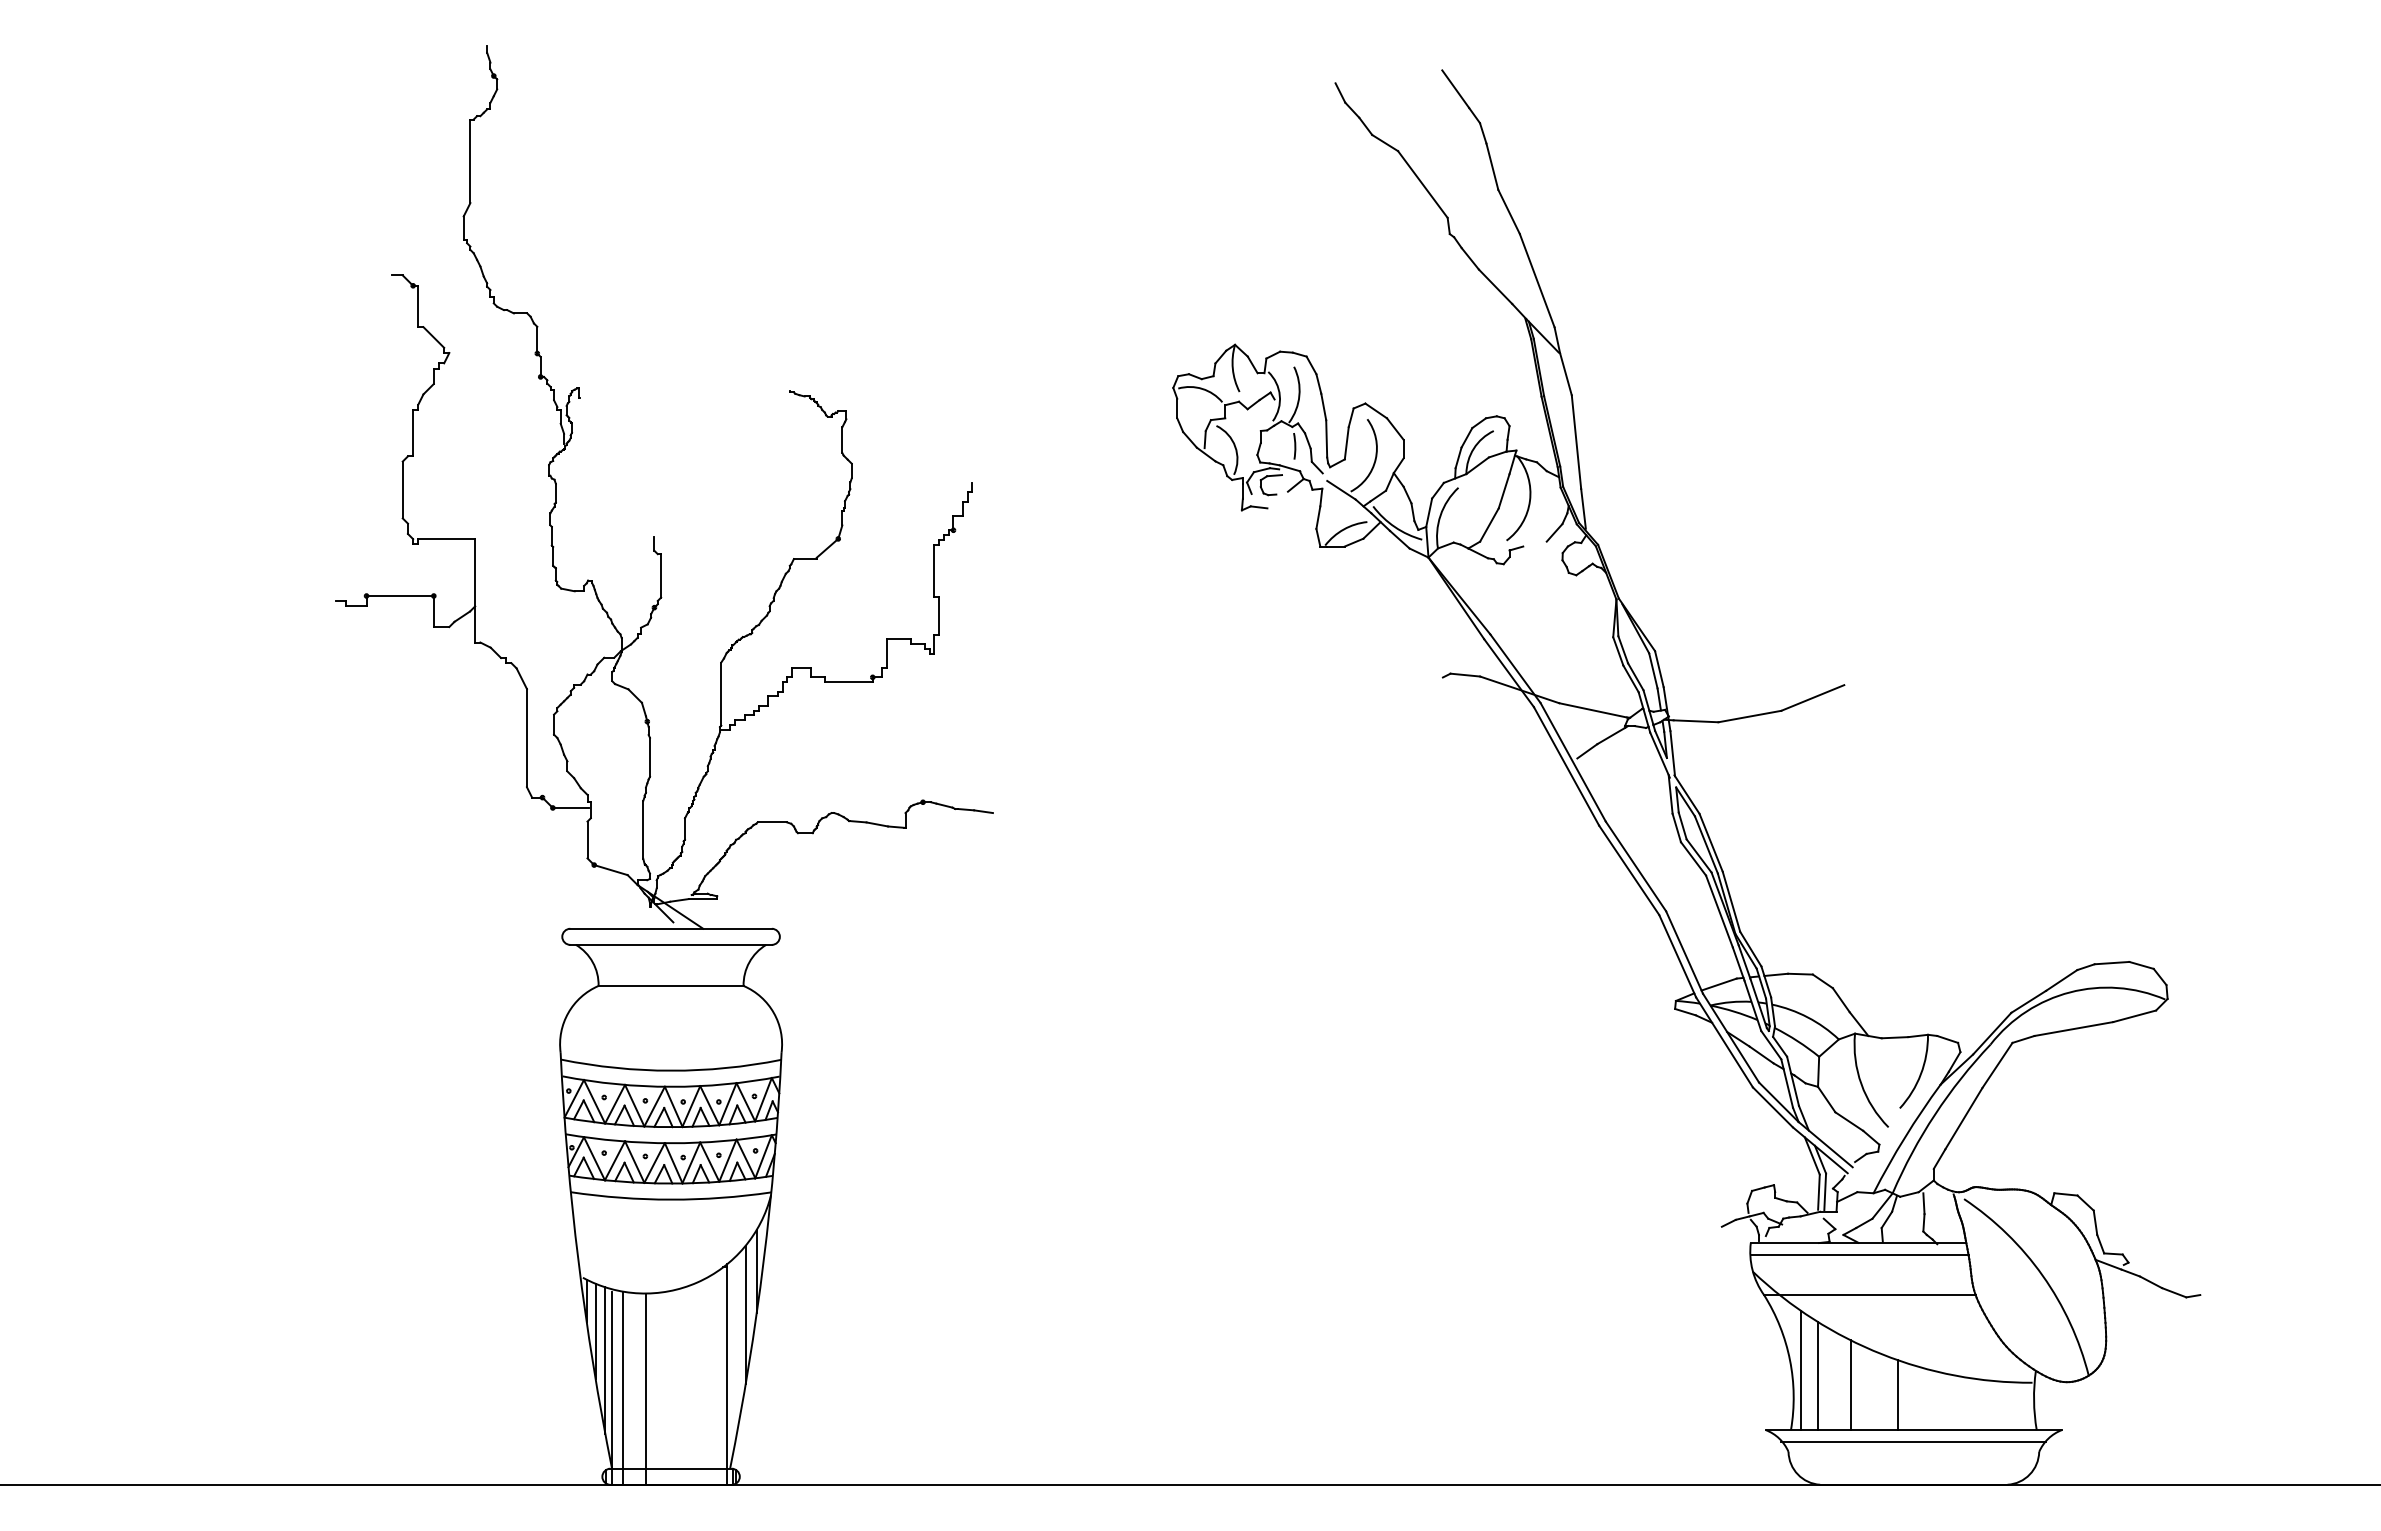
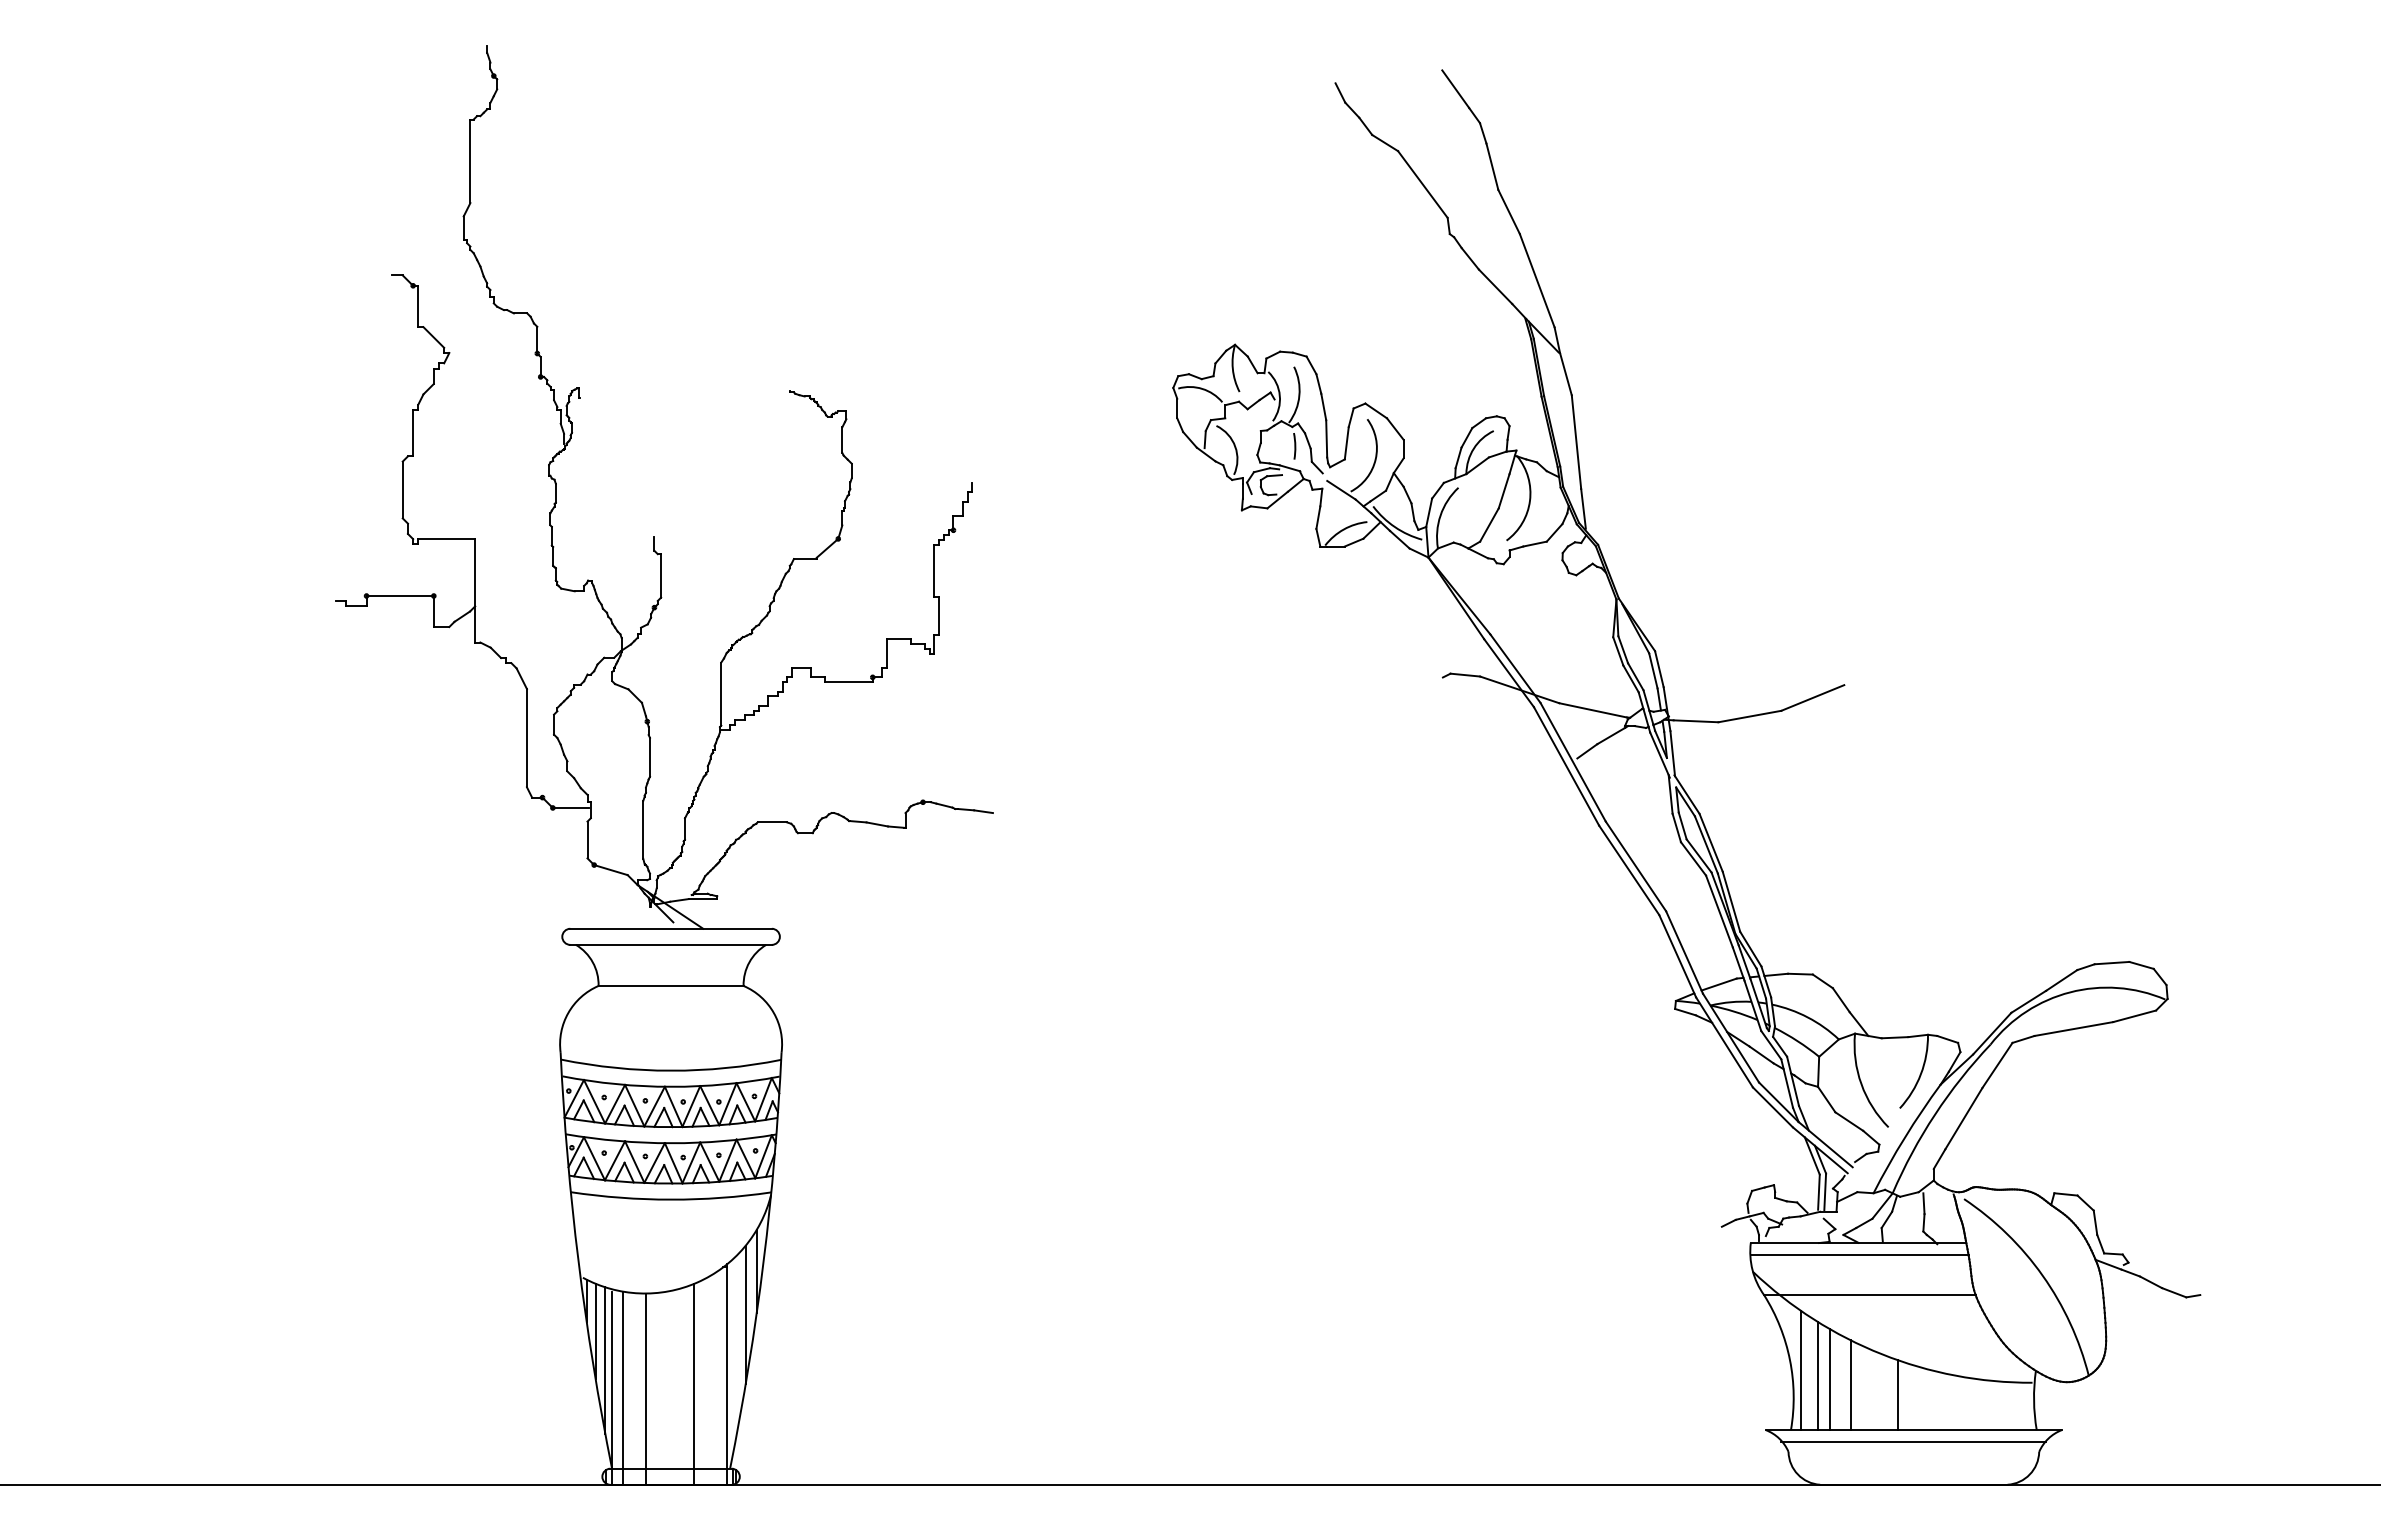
line at (1277, 499): none -> present
line at (1534, 543): none -> present
line at (1830, 1379): none -> present
line at (694, 1384): none -> present
